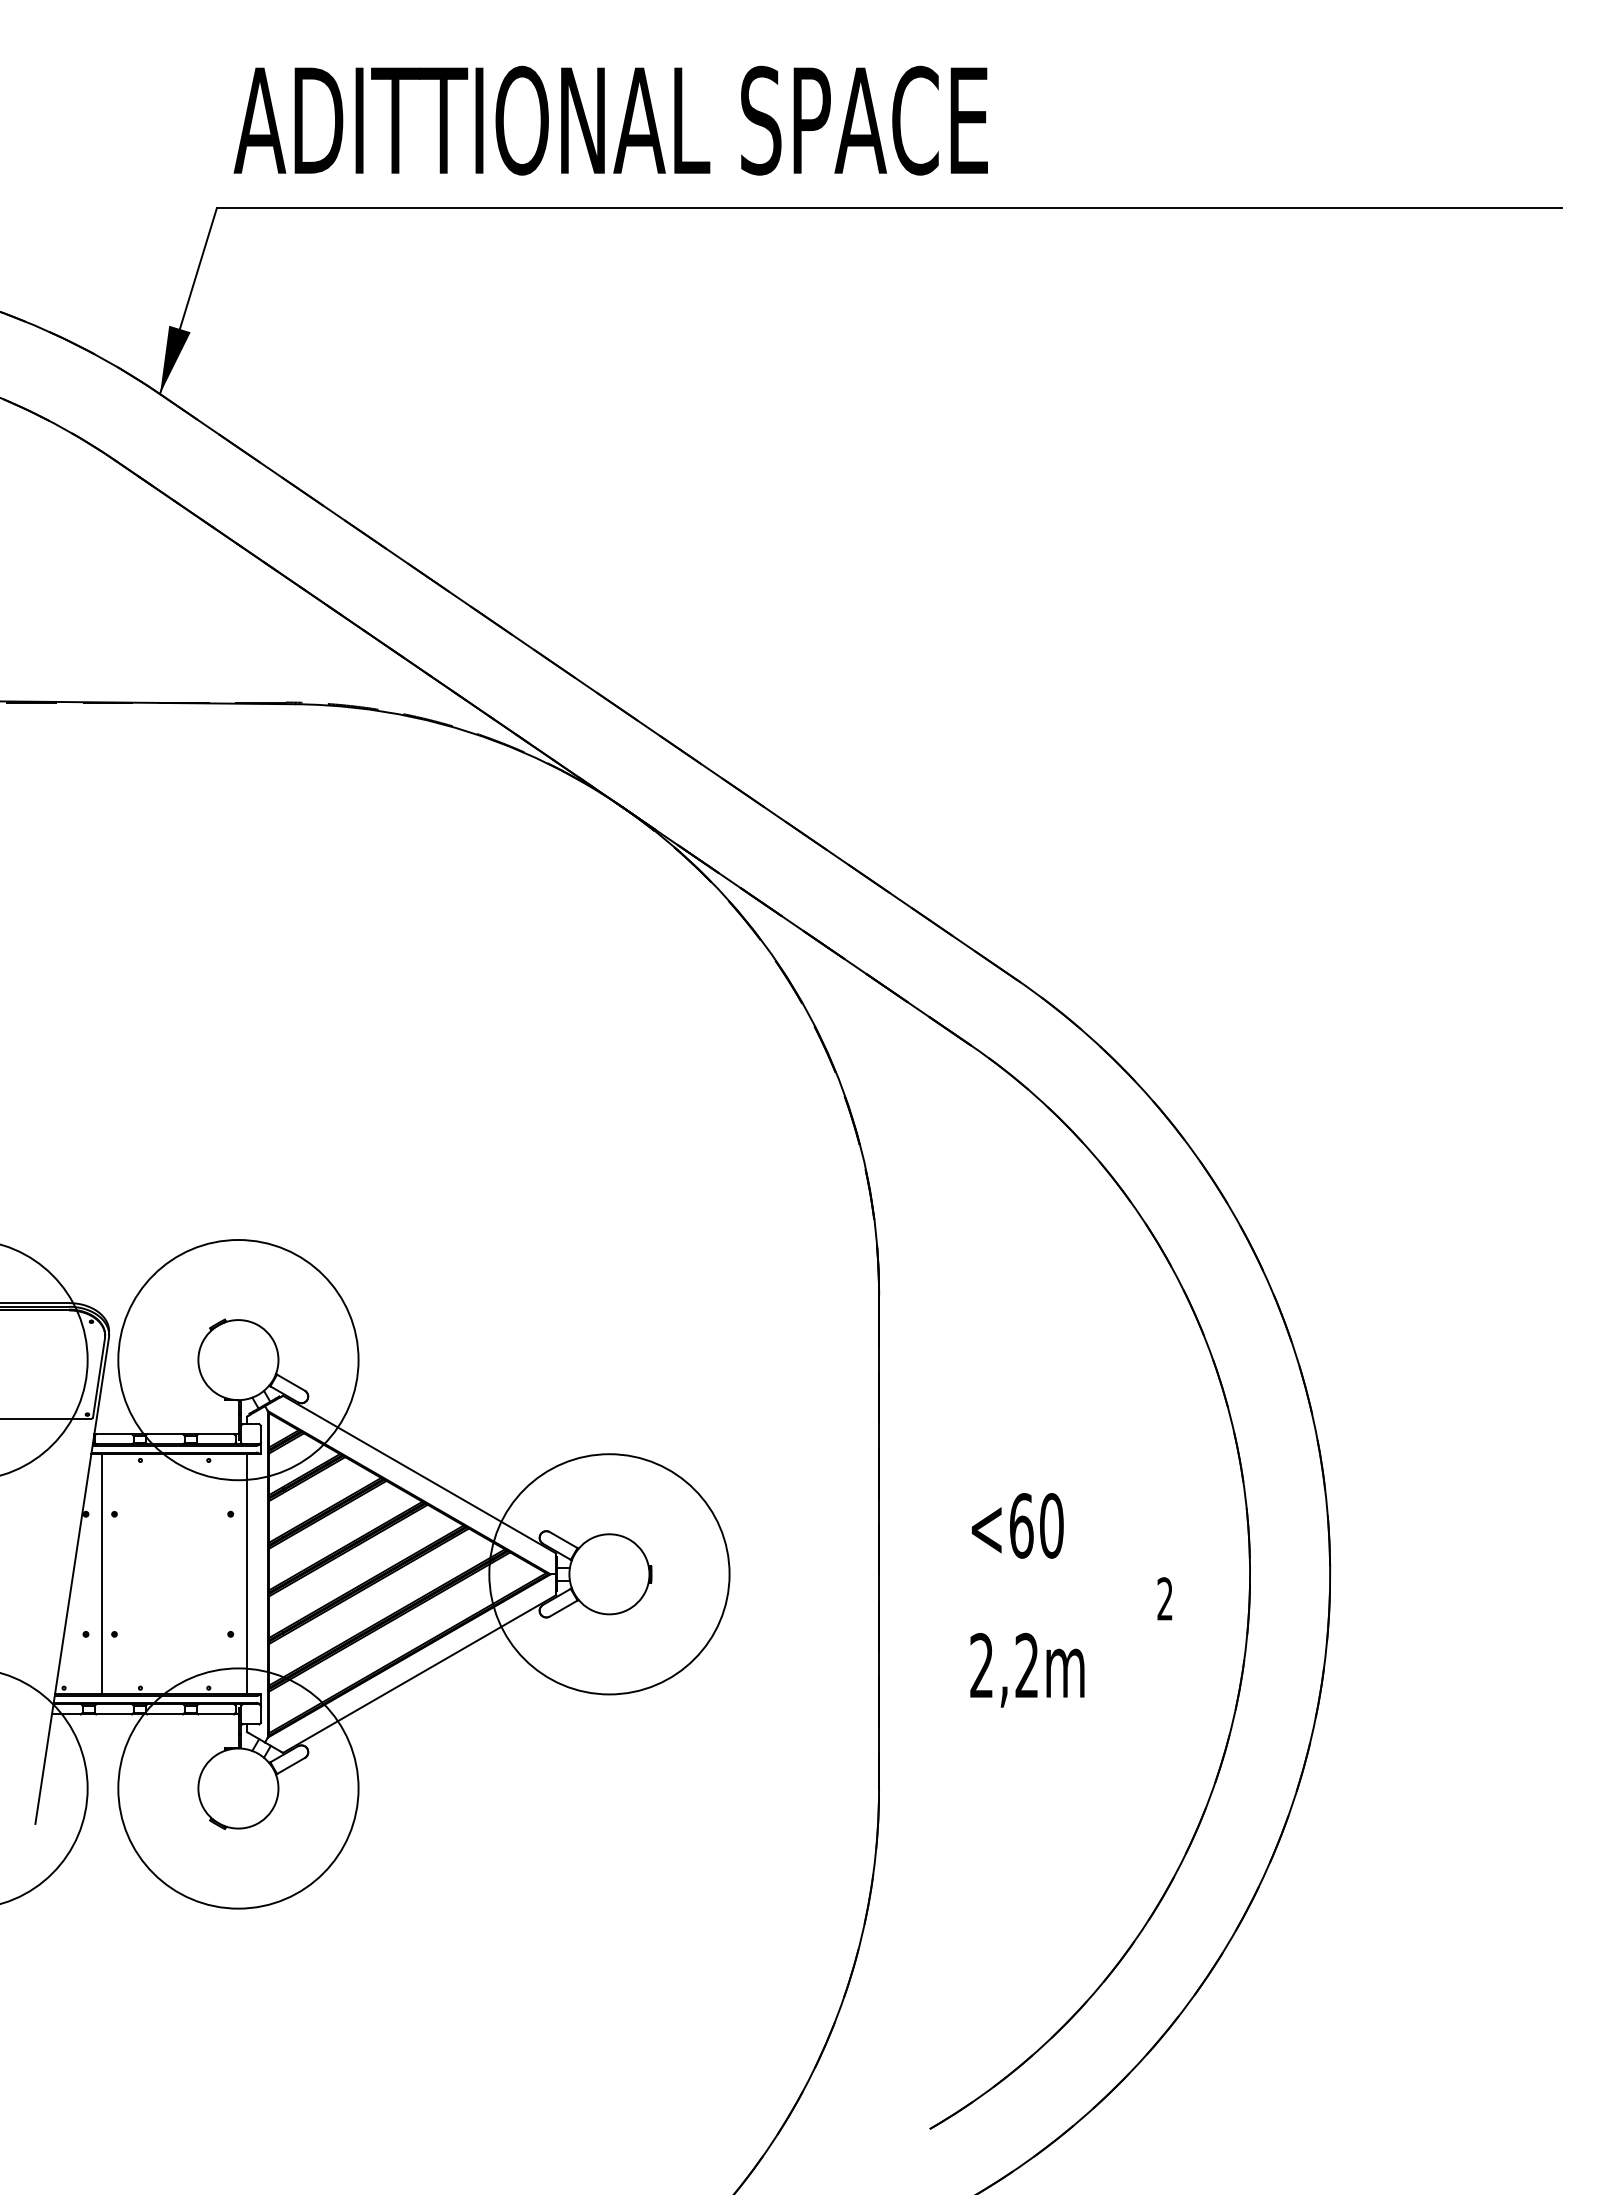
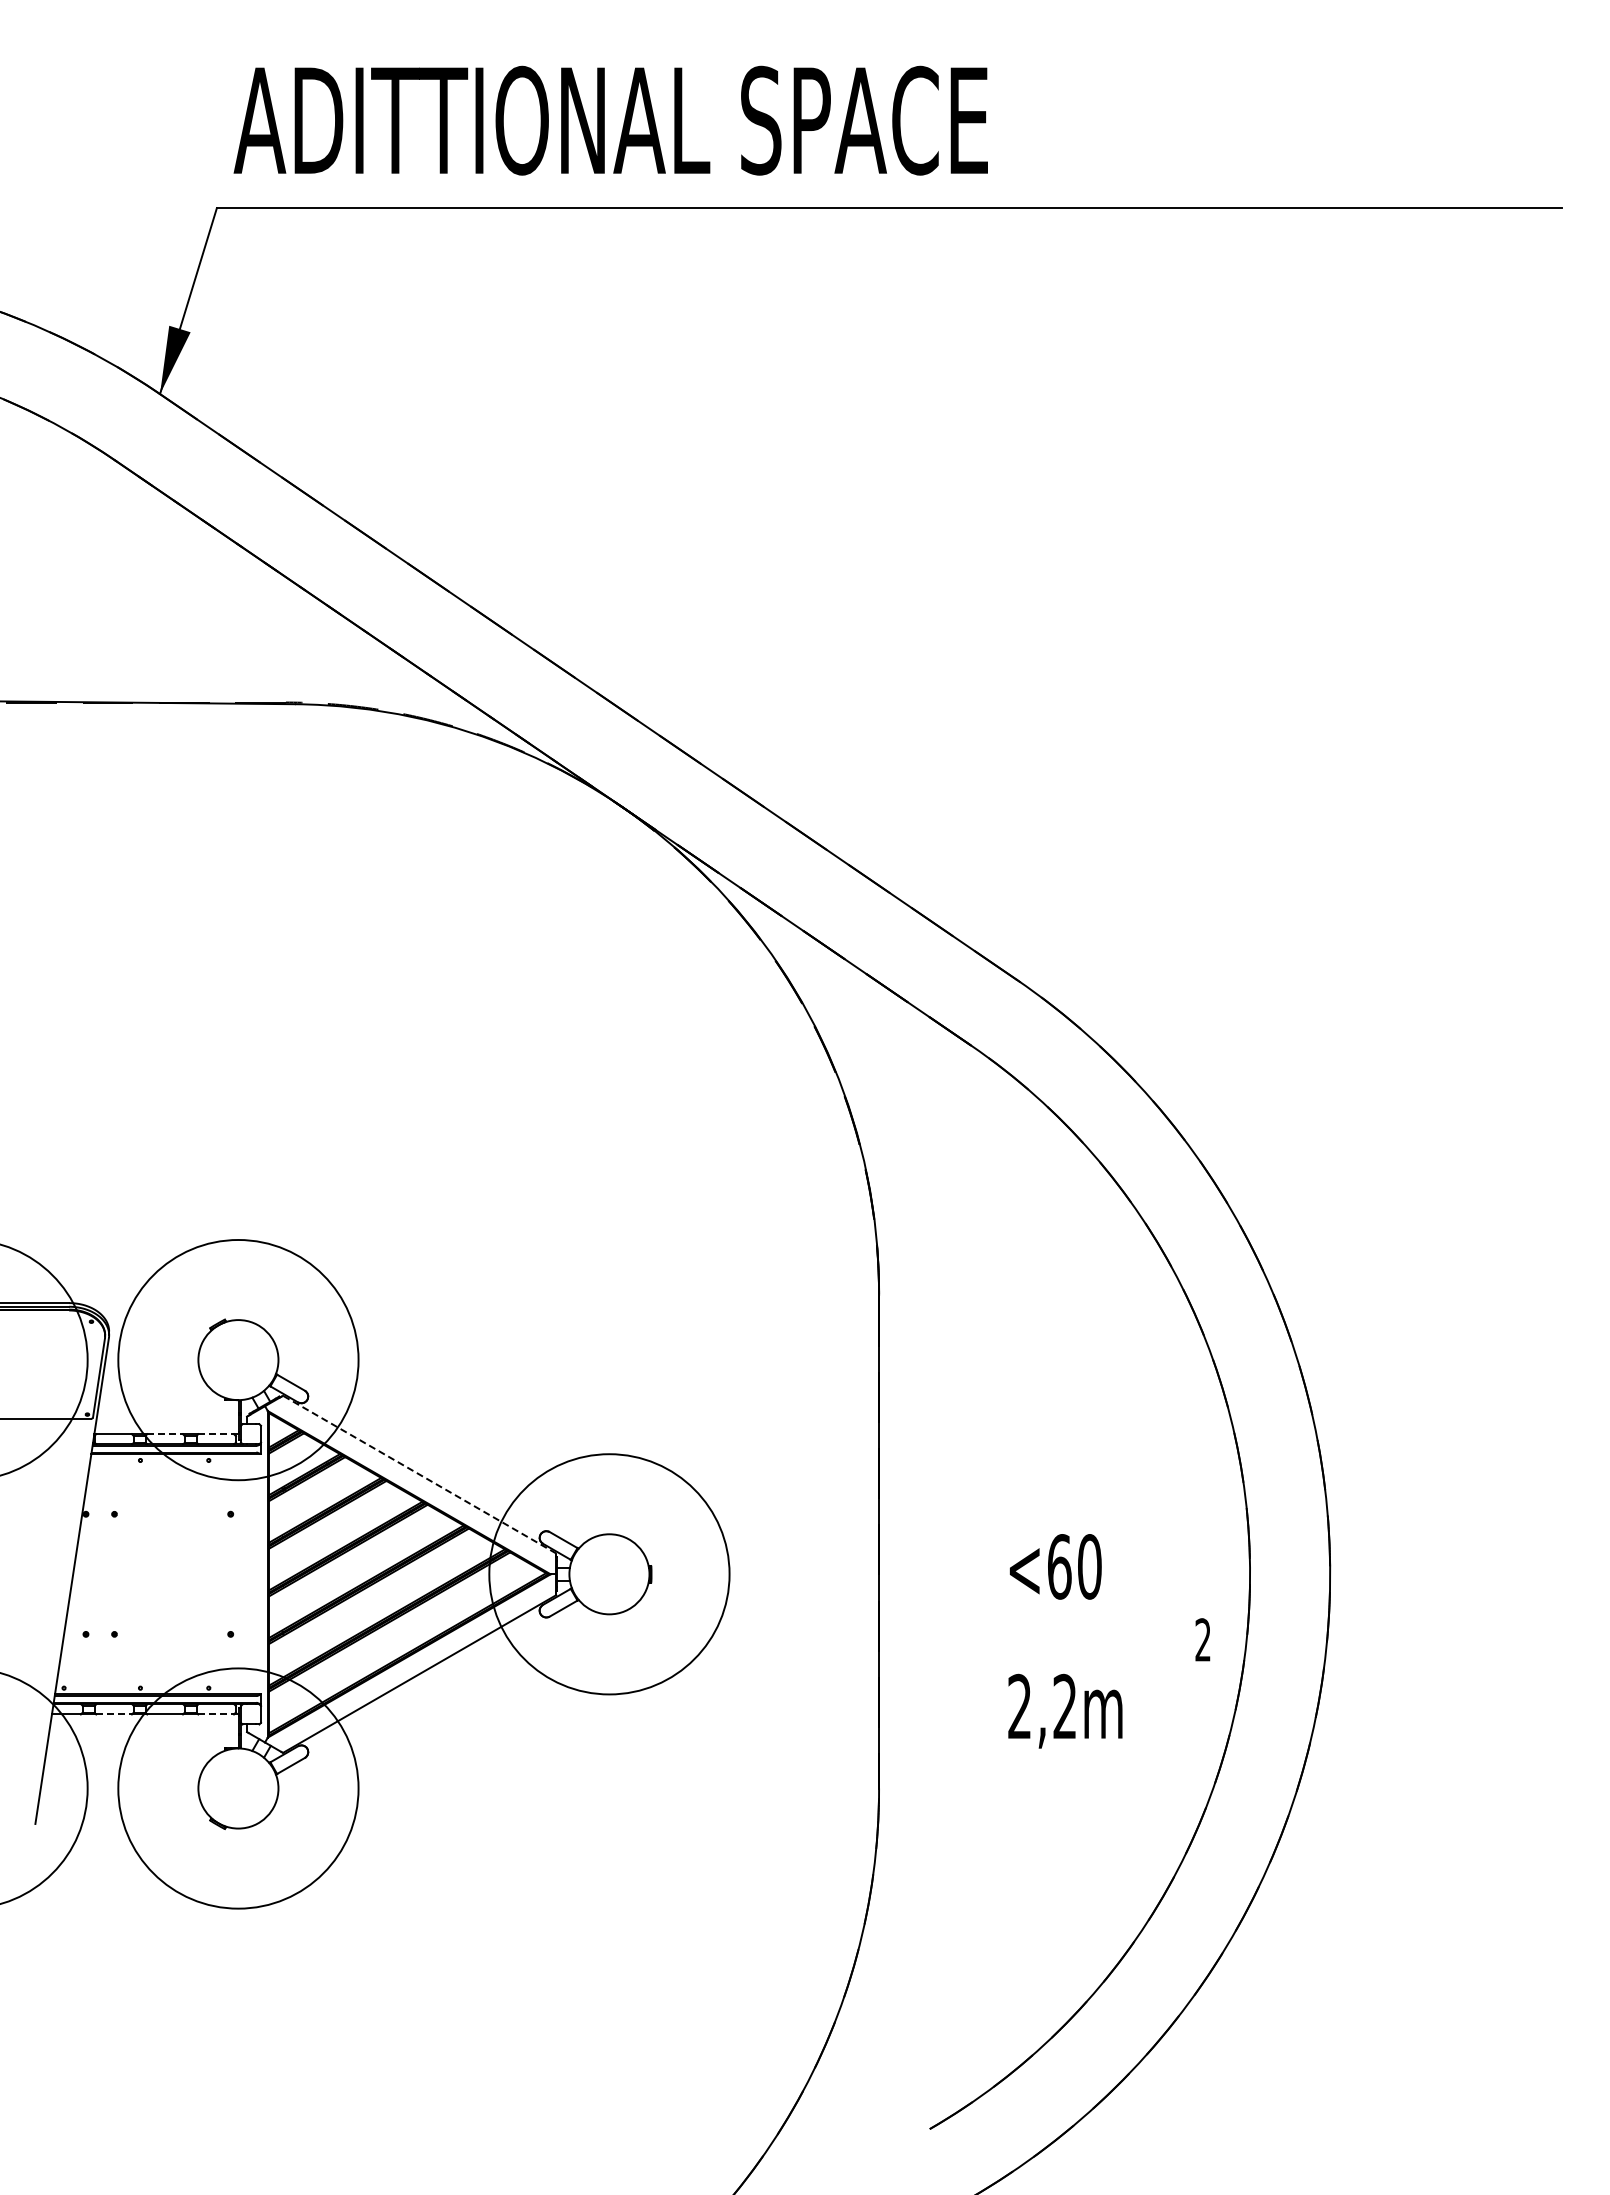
line at (165, 1434): solid -> dashed
line at (216, 1434): solid -> dashed
line at (419, 1474): solid -> dashed
line at (102, 1574): present -> none
line at (247, 1574): present -> none
text at (1071, 1600) position: (1071, 1600) -> (1109, 1641)
line at (114, 1714): solid -> dashed
line at (216, 1714): solid -> dashed
